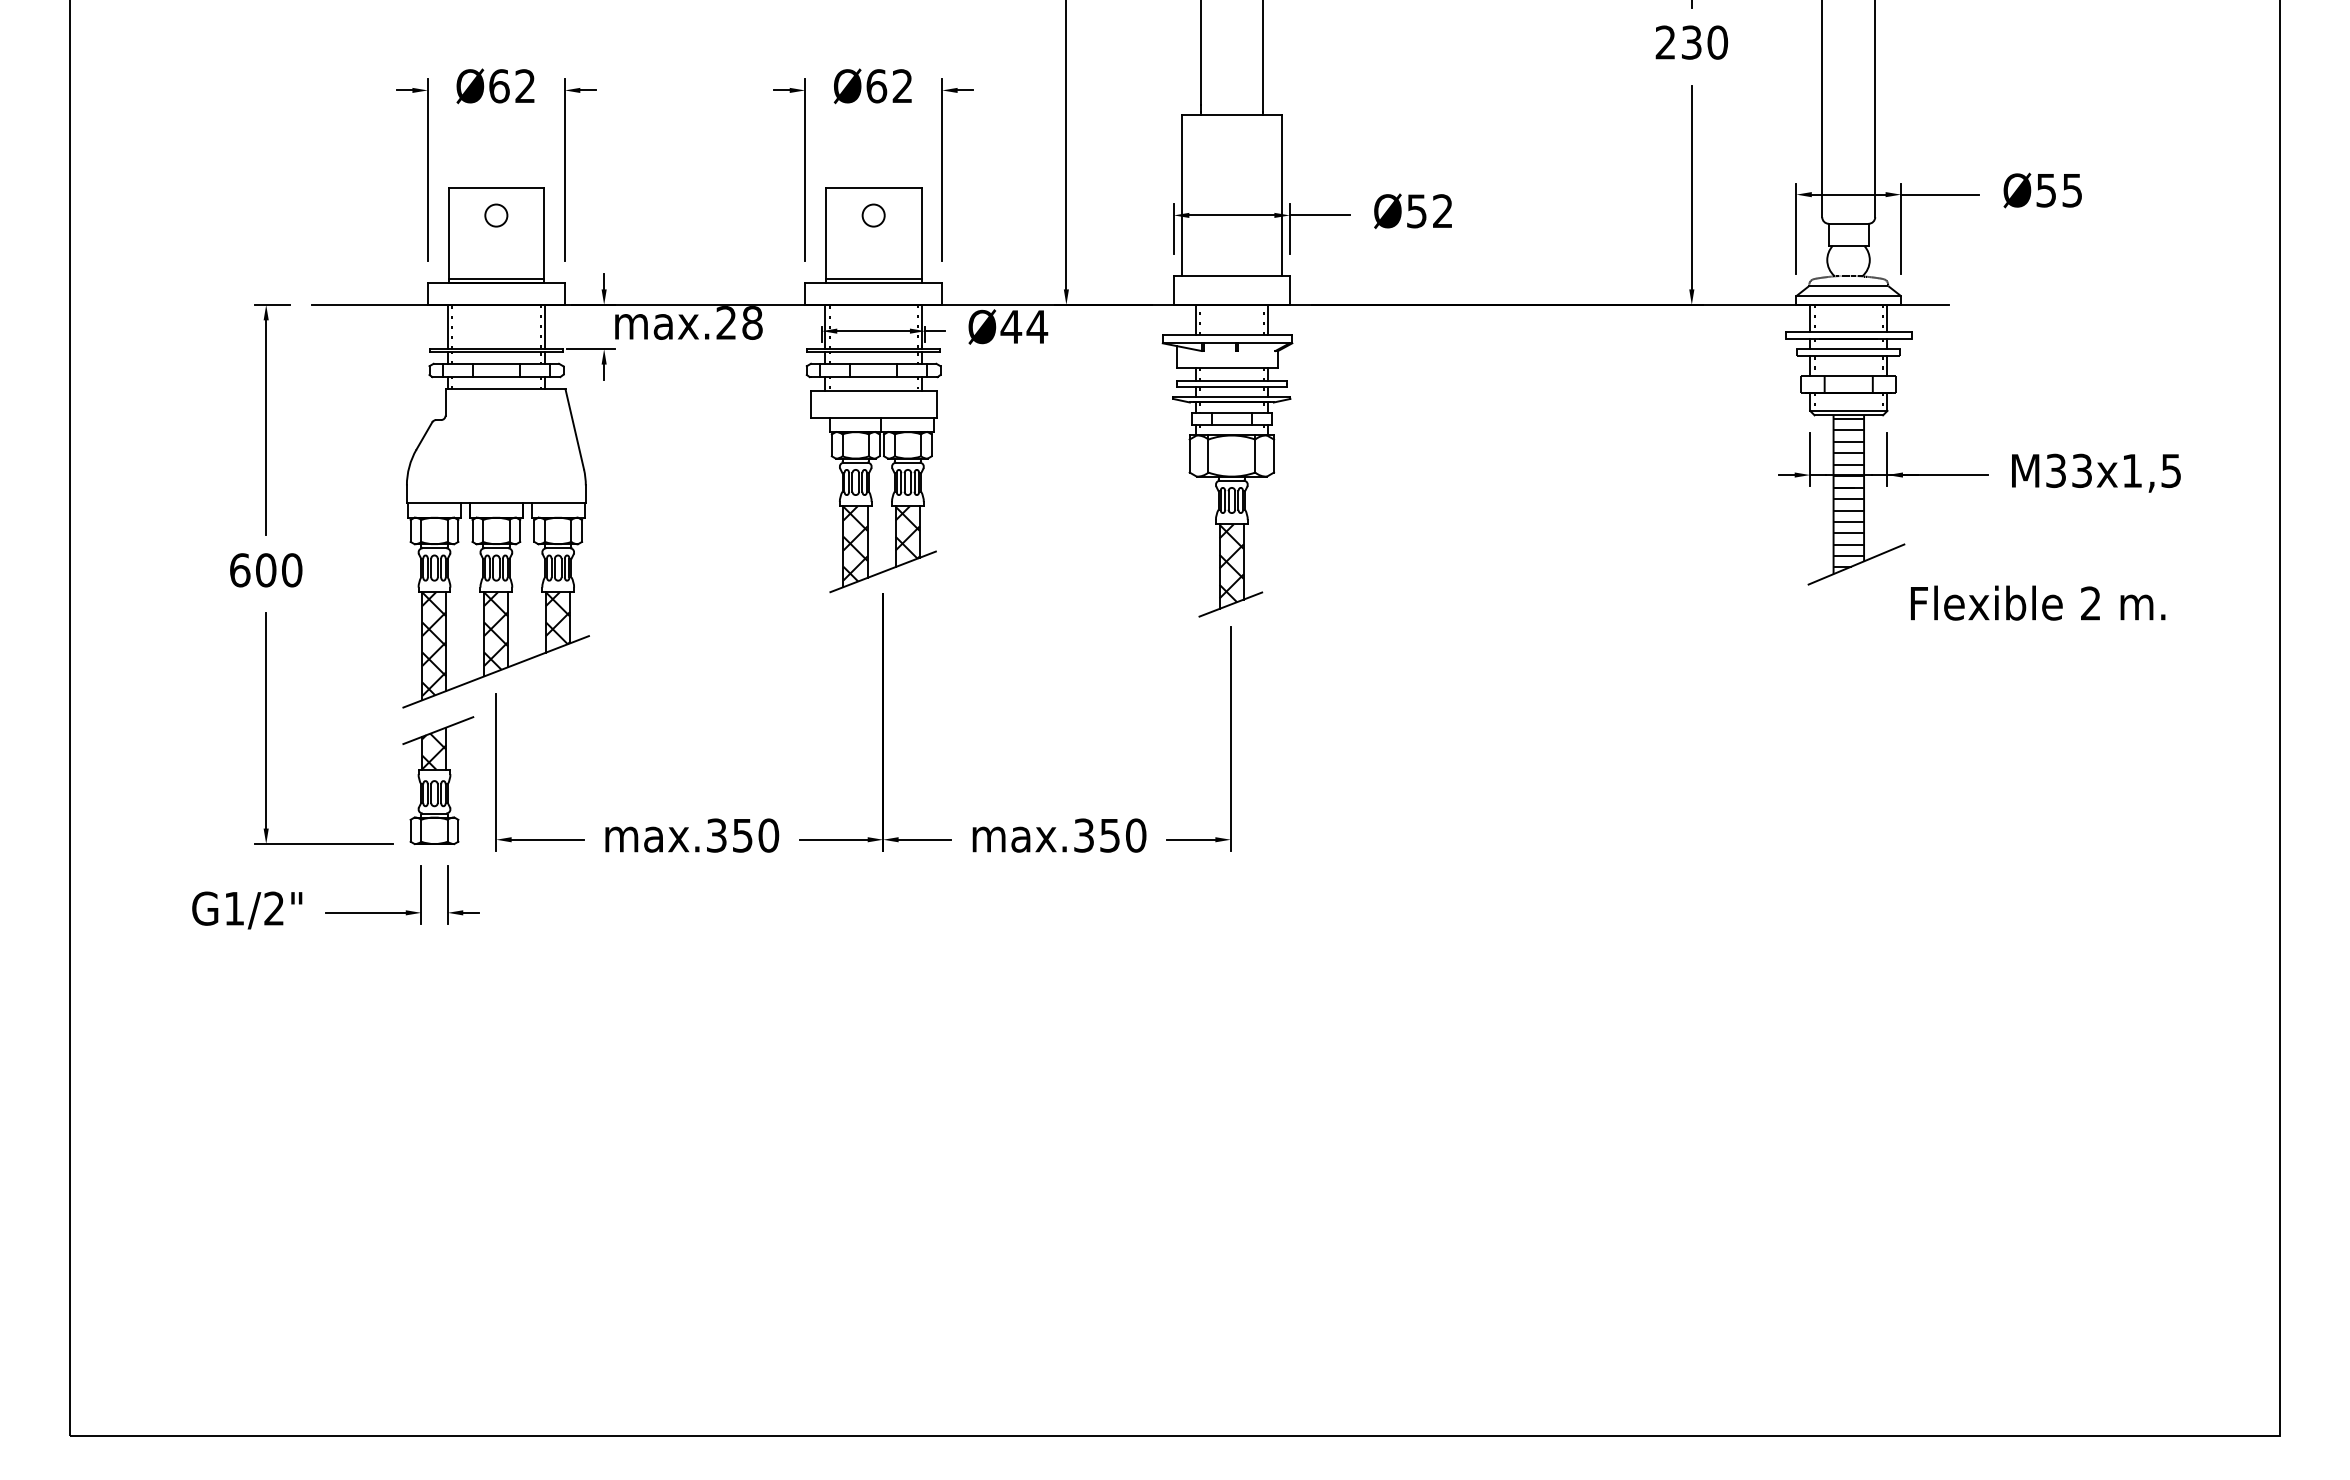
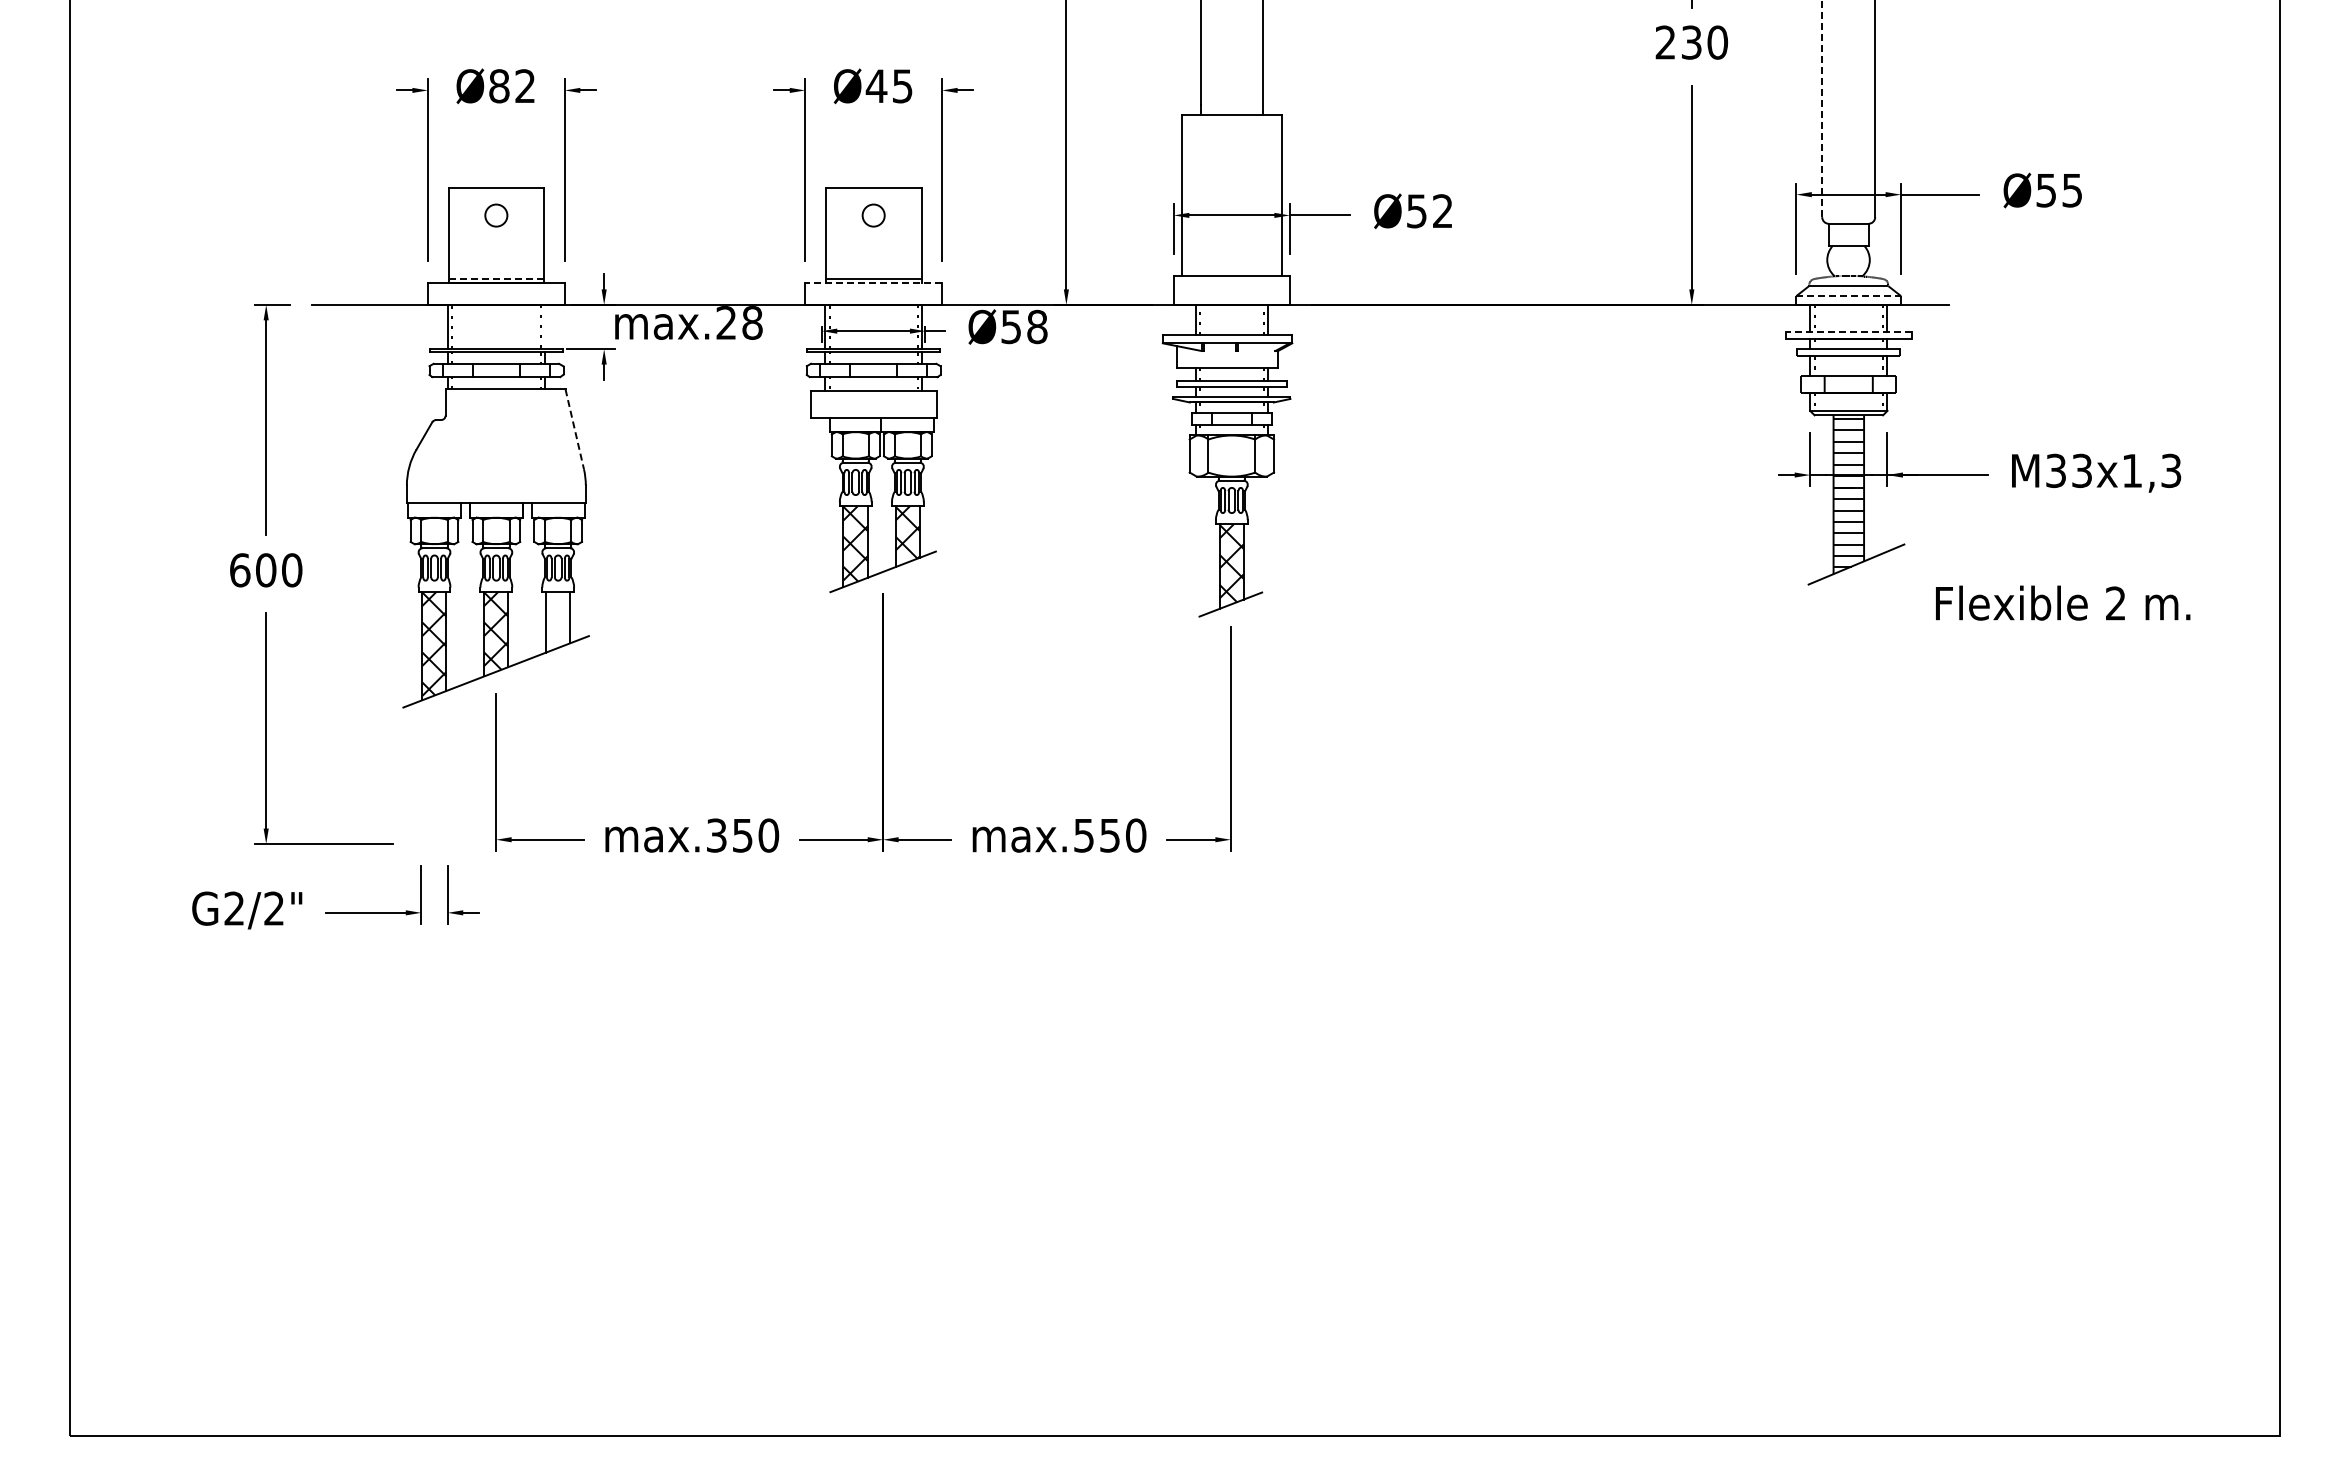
text at (499, 86): Ø62 -> Ø82
text at (888, 86): Ø62 -> Ø45
line at (1822, 108): solid -> dashed
line at (496, 278): solid -> dashed
line at (873, 283): solid -> dashed
line at (1849, 296): solid -> dashed
line at (544, 326): present -> none
text at (1024, 326): Ø44 -> Ø58
line at (1848, 331): solid -> dashed
line at (574, 429): solid -> dashed
text at (2171, 470): M33x1,5 -> M33x1,3
text at (2038, 602) position: (2038, 602) -> (2063, 602)
hatch at (557, 621): present -> none
part at (438, 780): present -> none
text at (1083, 835): max.350 -> max.550
text at (233, 908): G1/2" -> G2/2"
